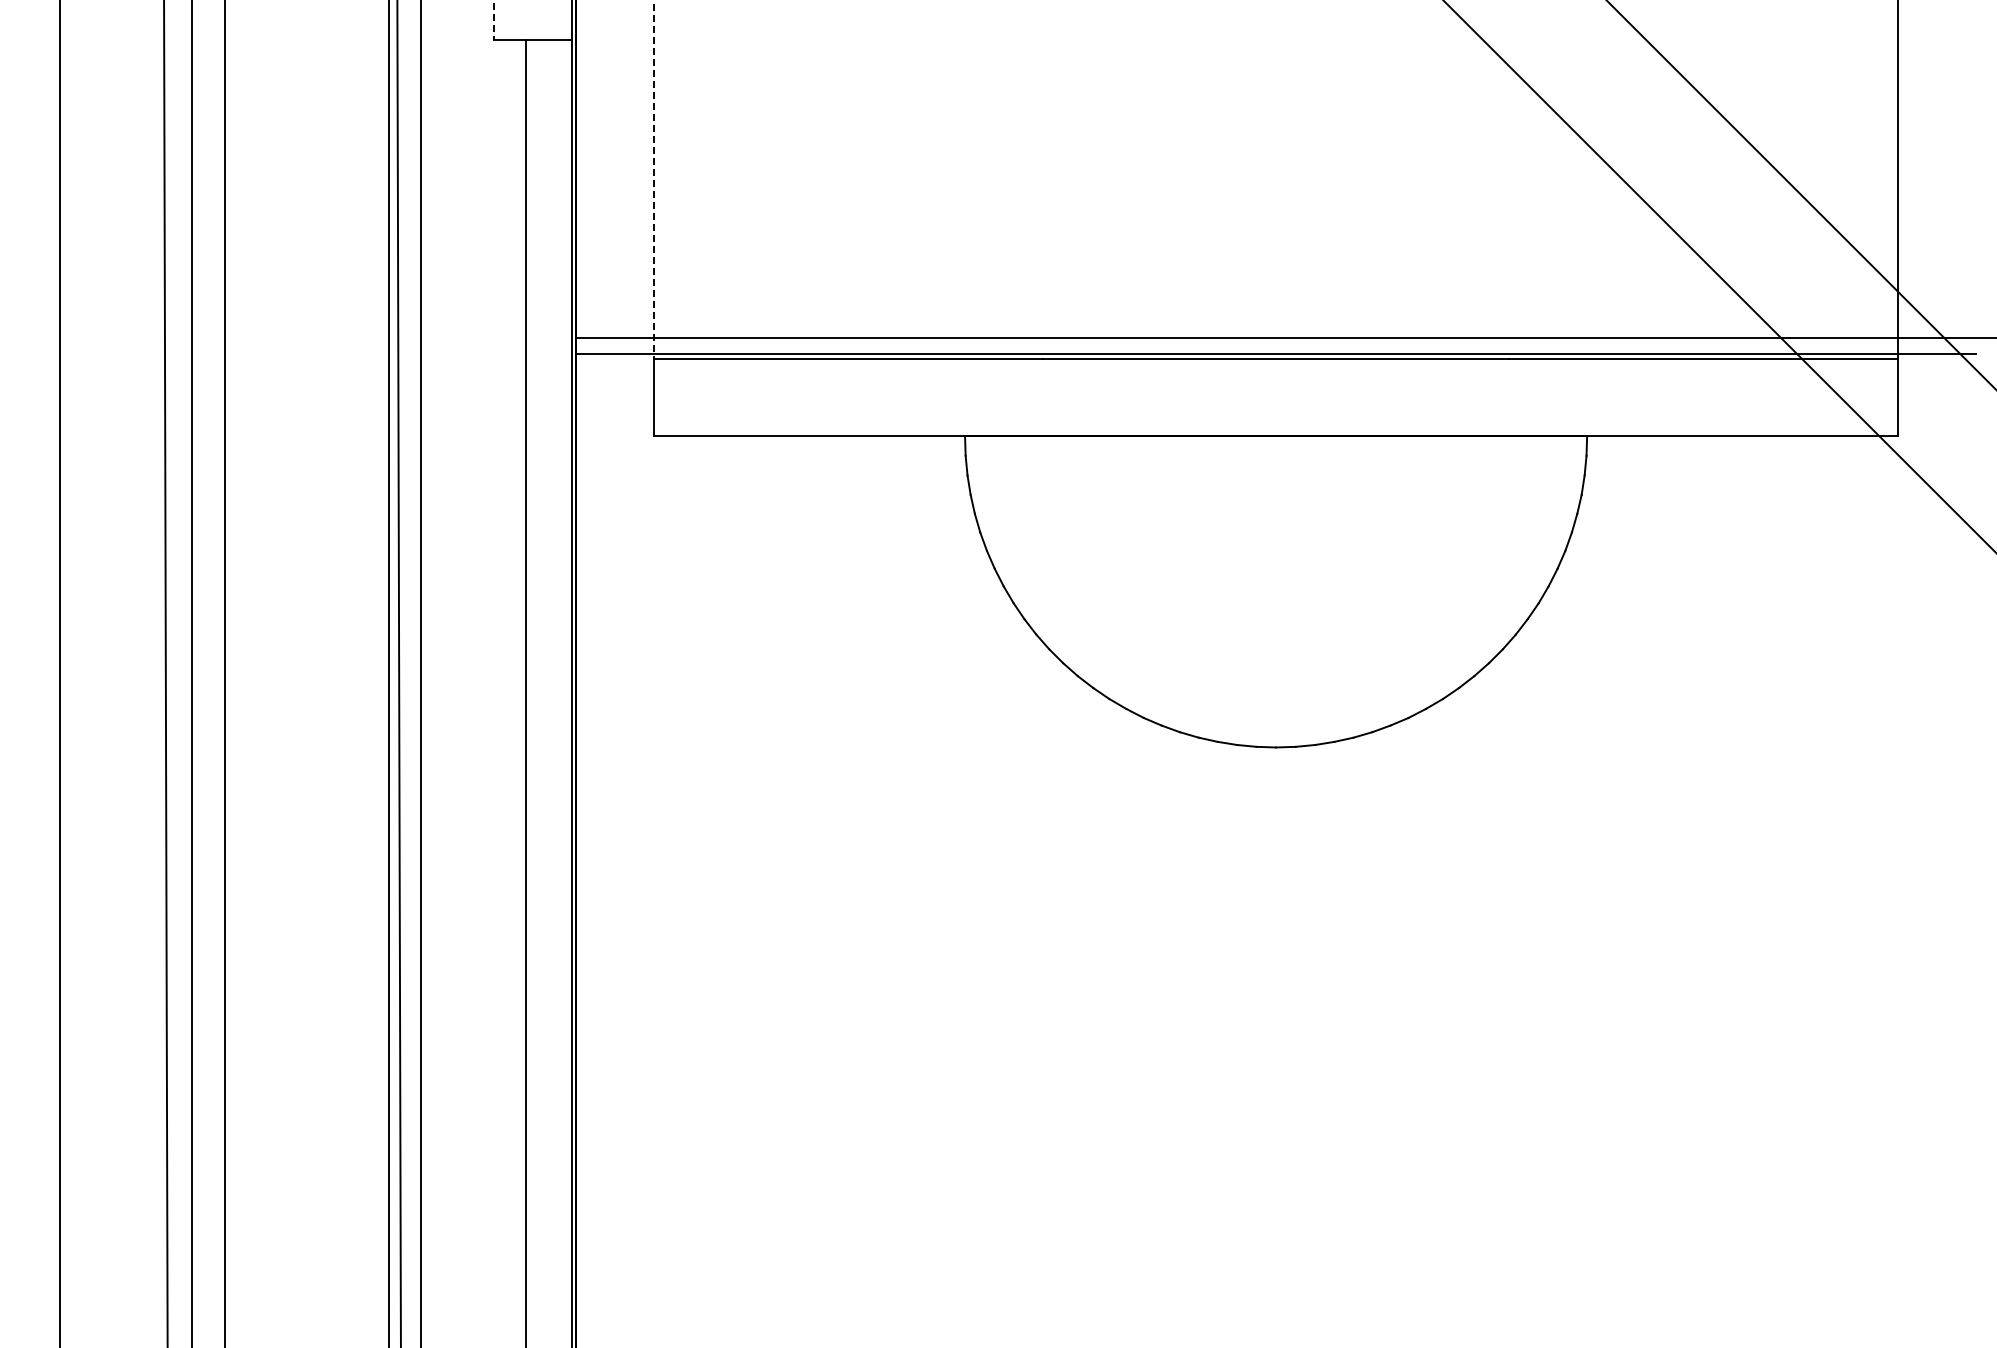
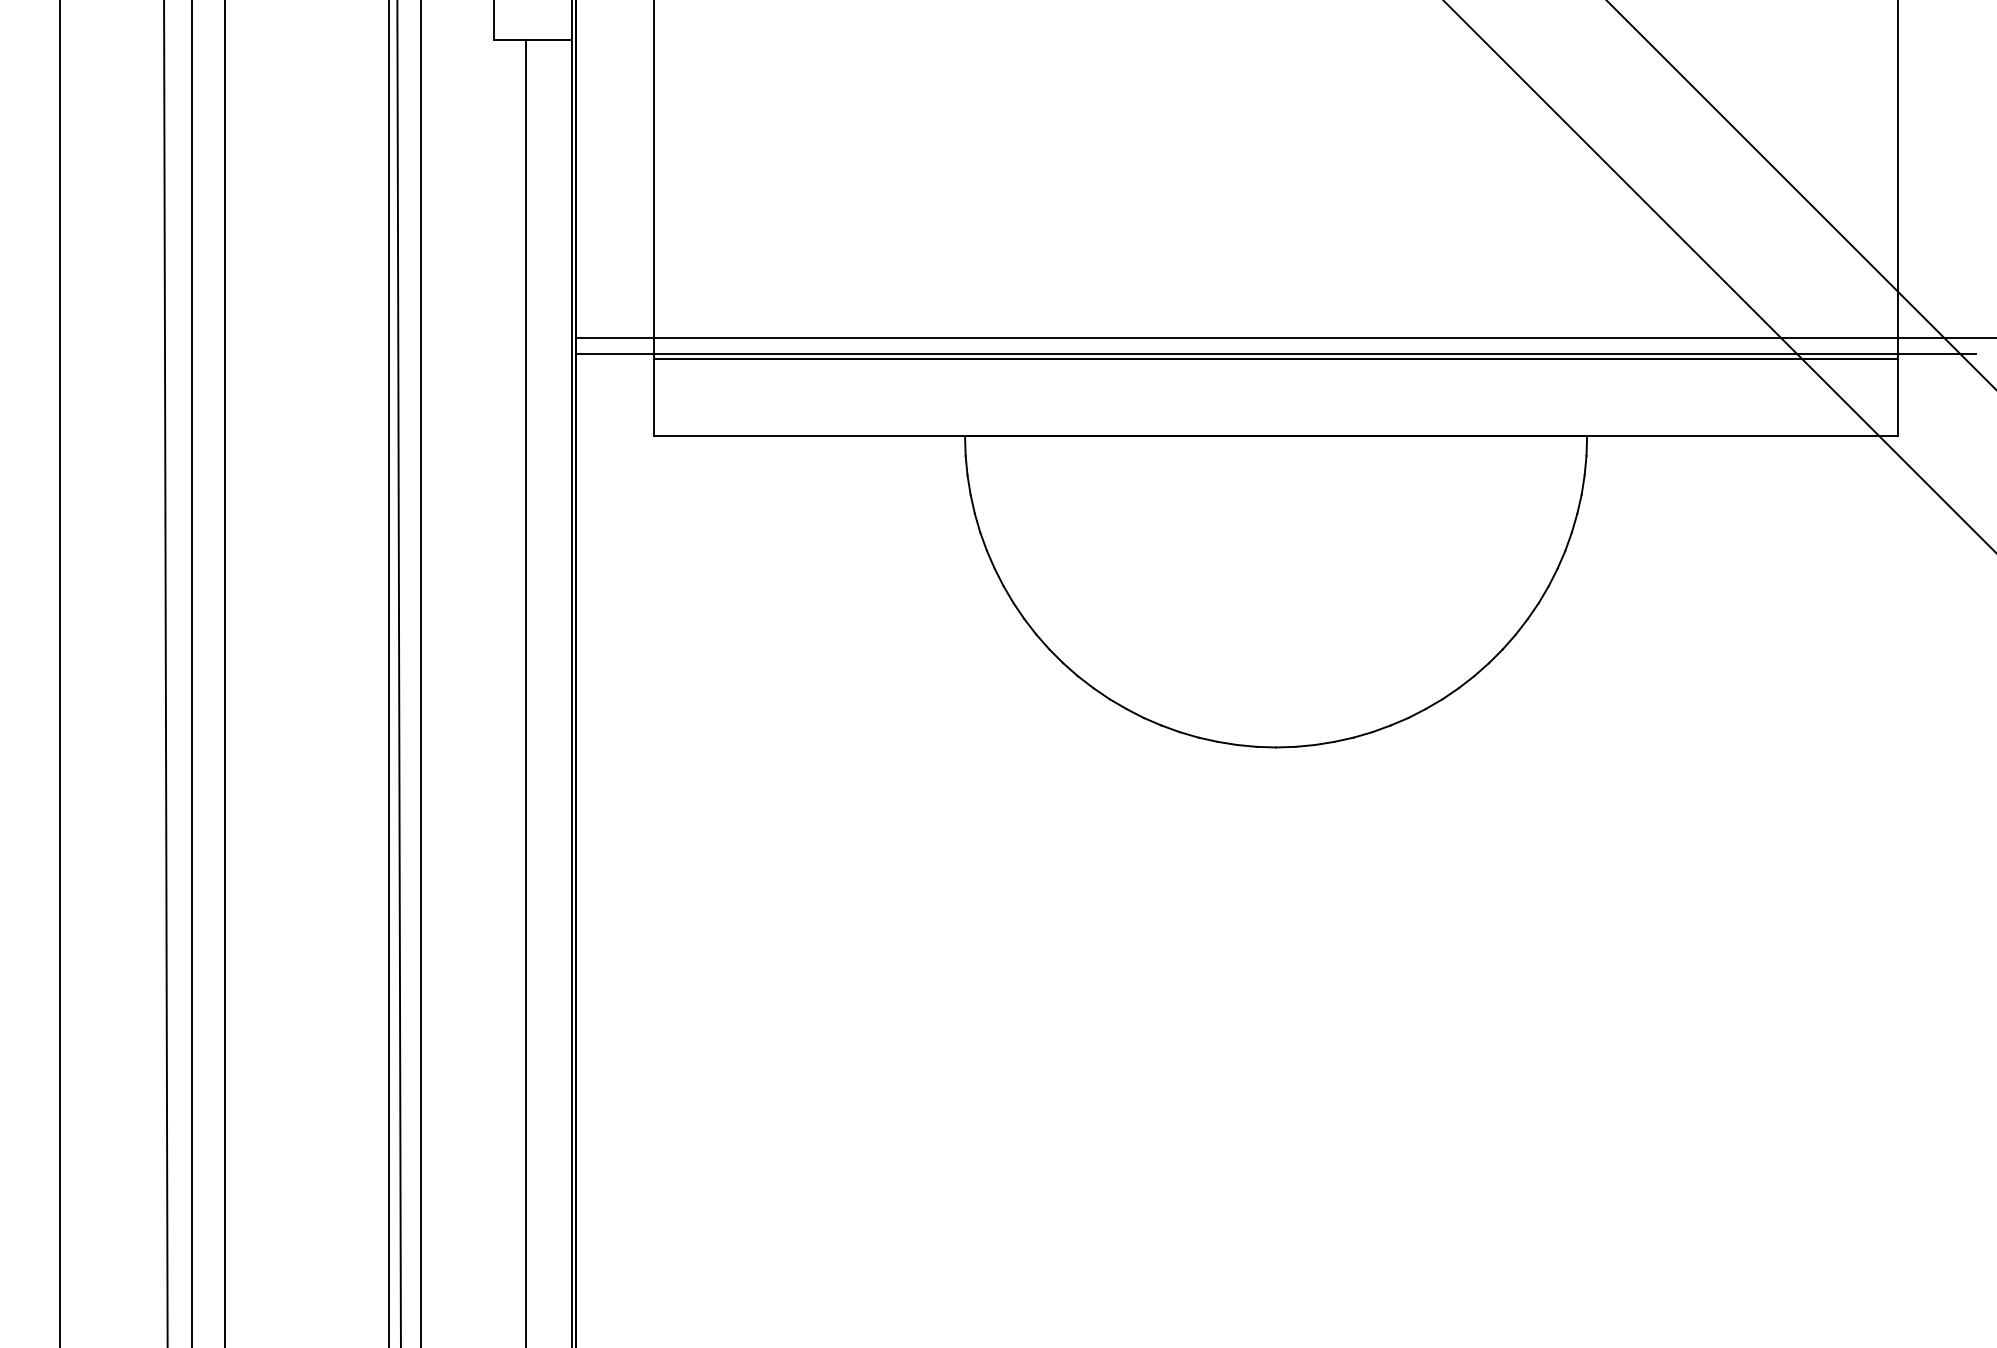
line at (493, 20): dashed -> solid
line at (654, 179): dashed -> solid
